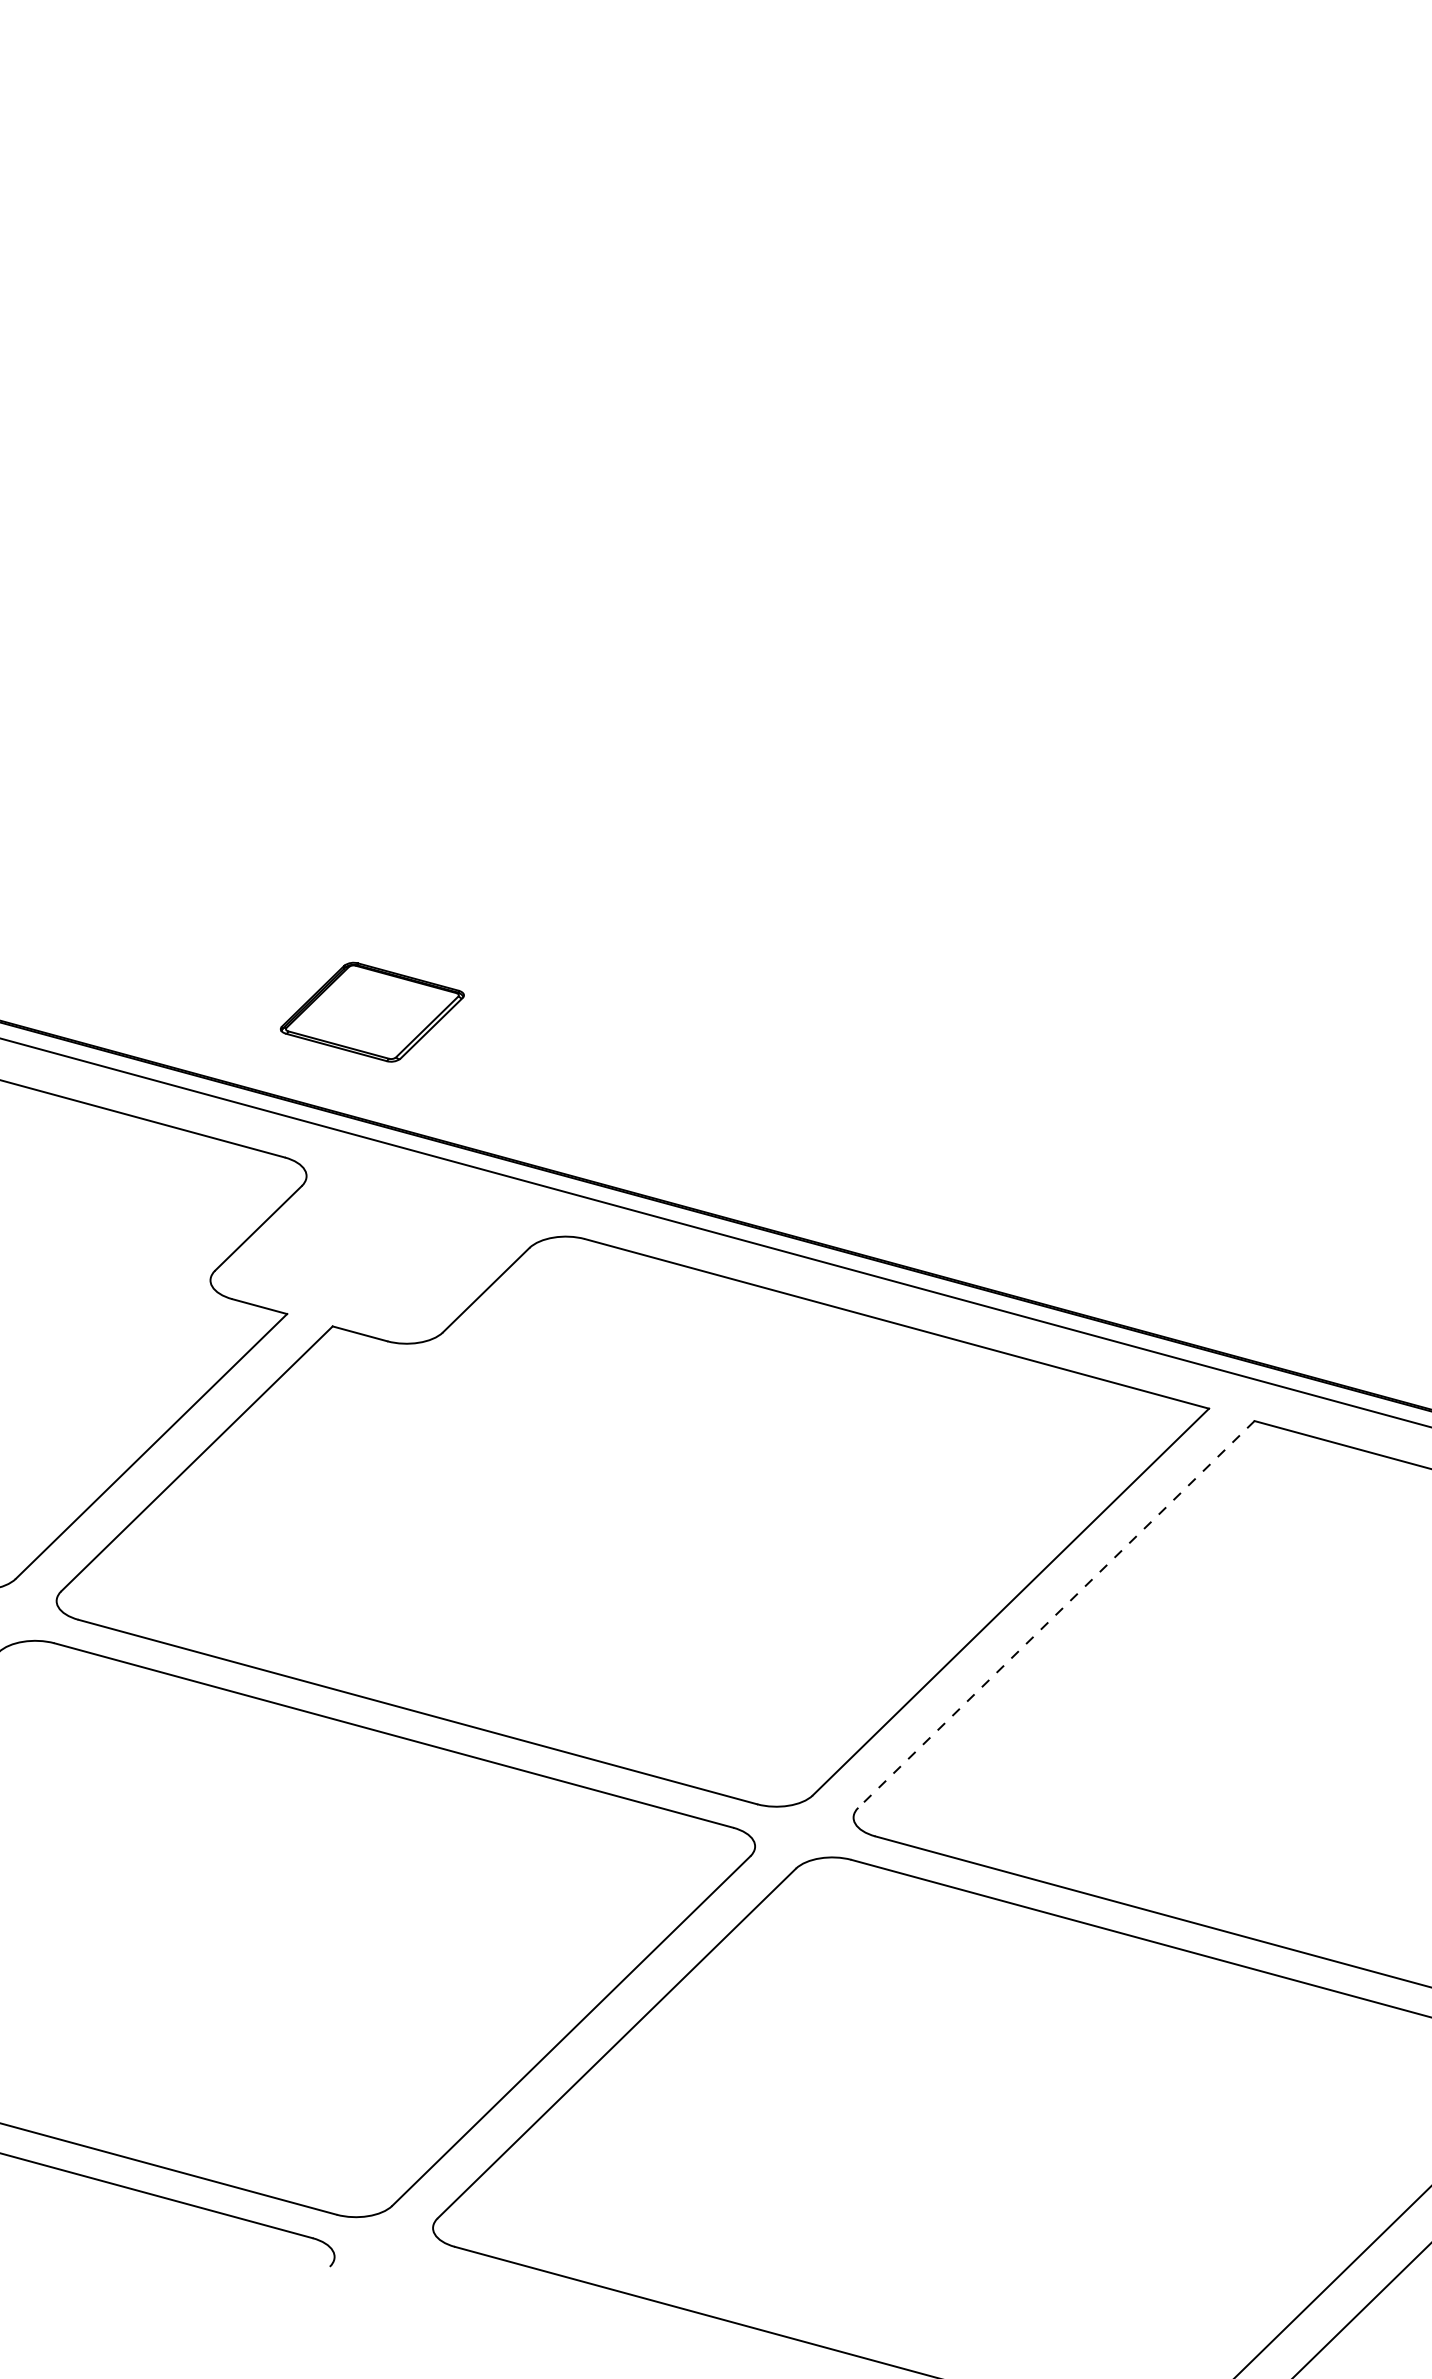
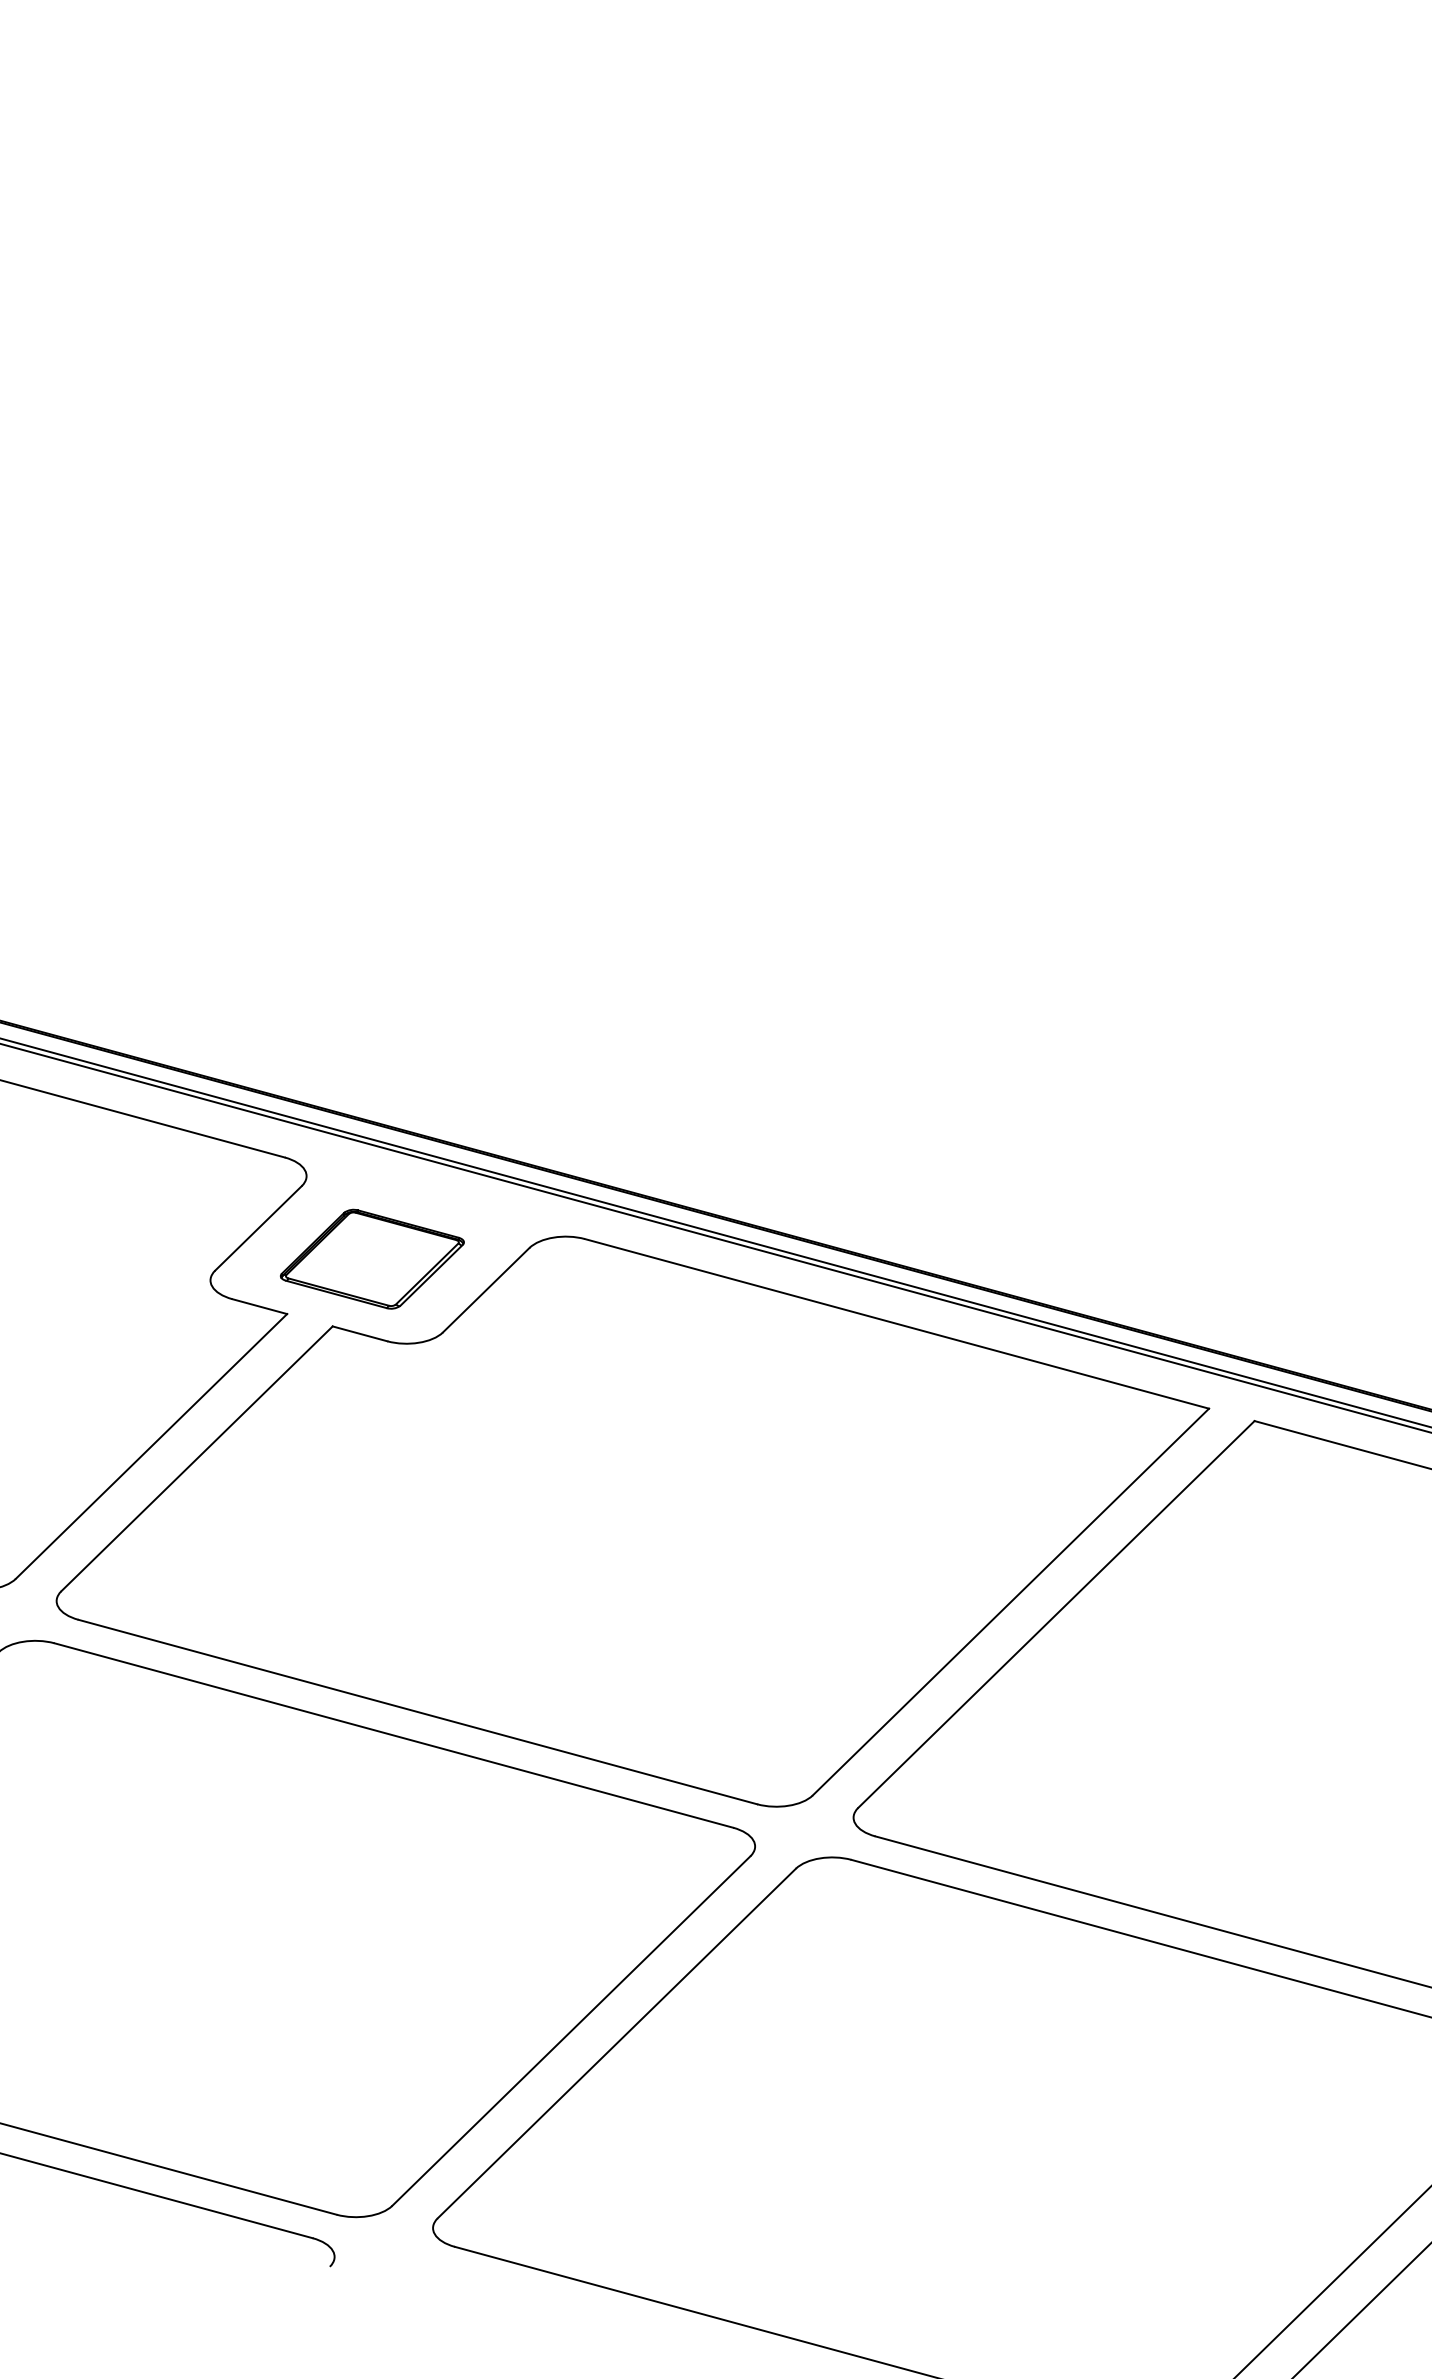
part at (372, 1011) position: (372, 1011) -> (372, 1258)
line at (715, 1238): none -> present
line at (1056, 1614): dashed -> solid
